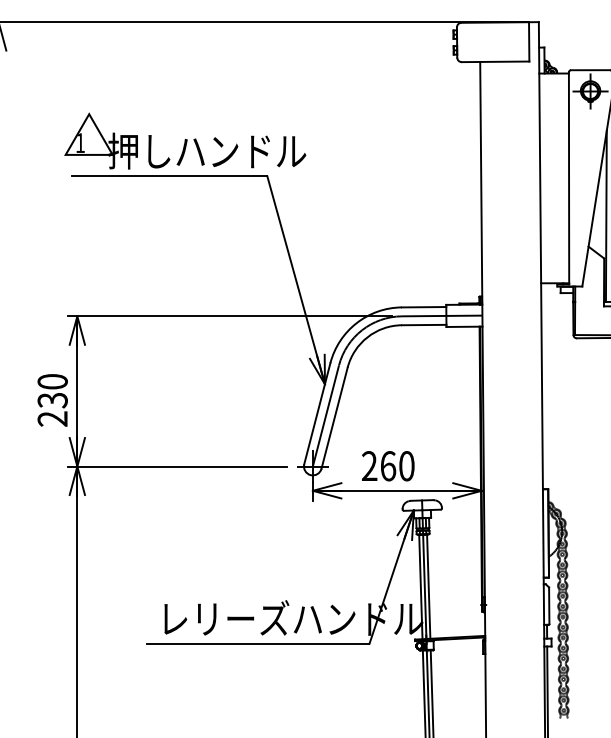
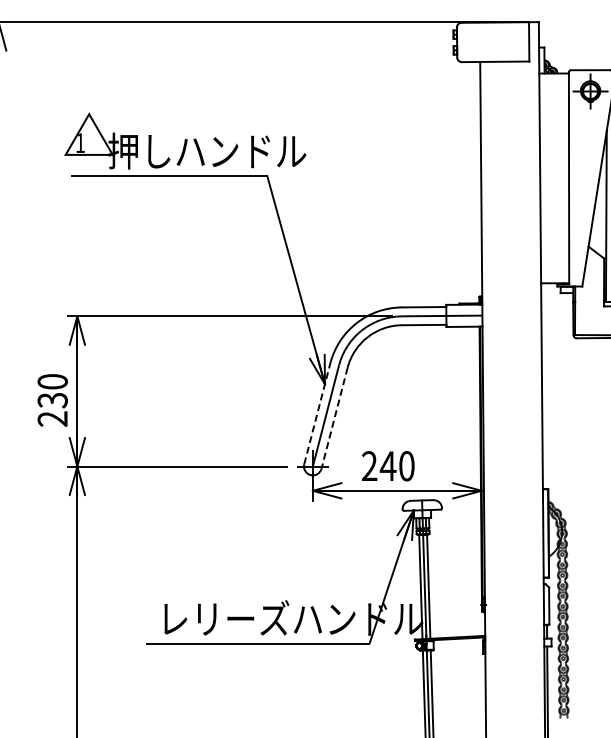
line at (317, 413): solid -> dashed
line at (334, 418): solid -> dashed
text at (387, 466): 260 -> 240
